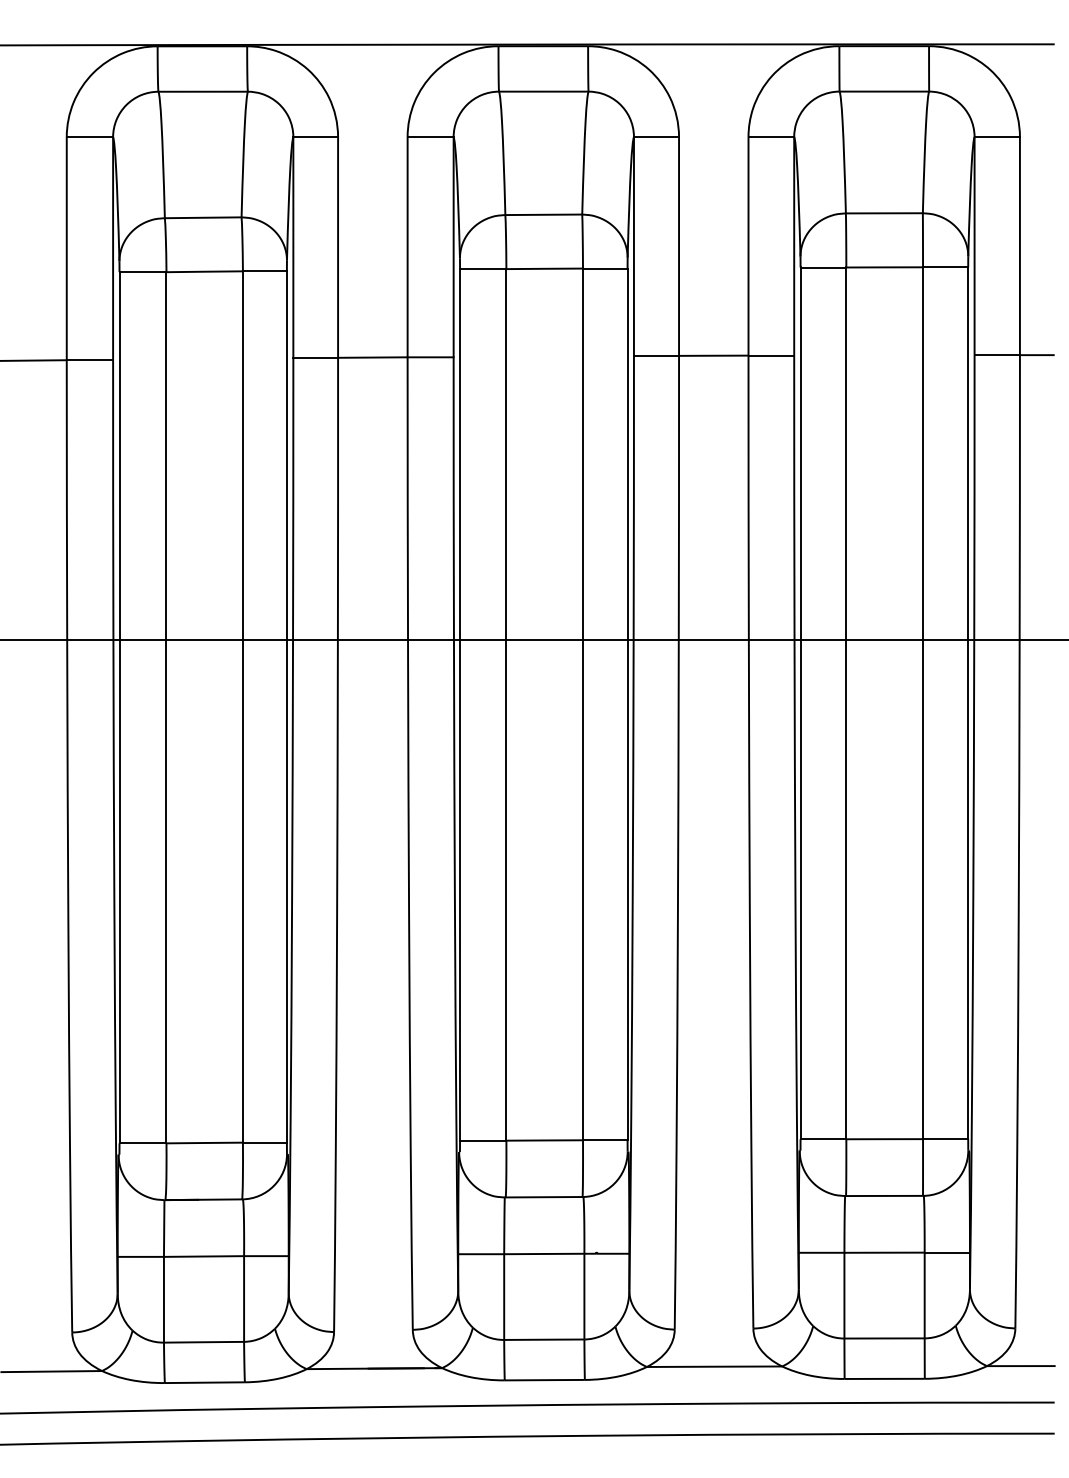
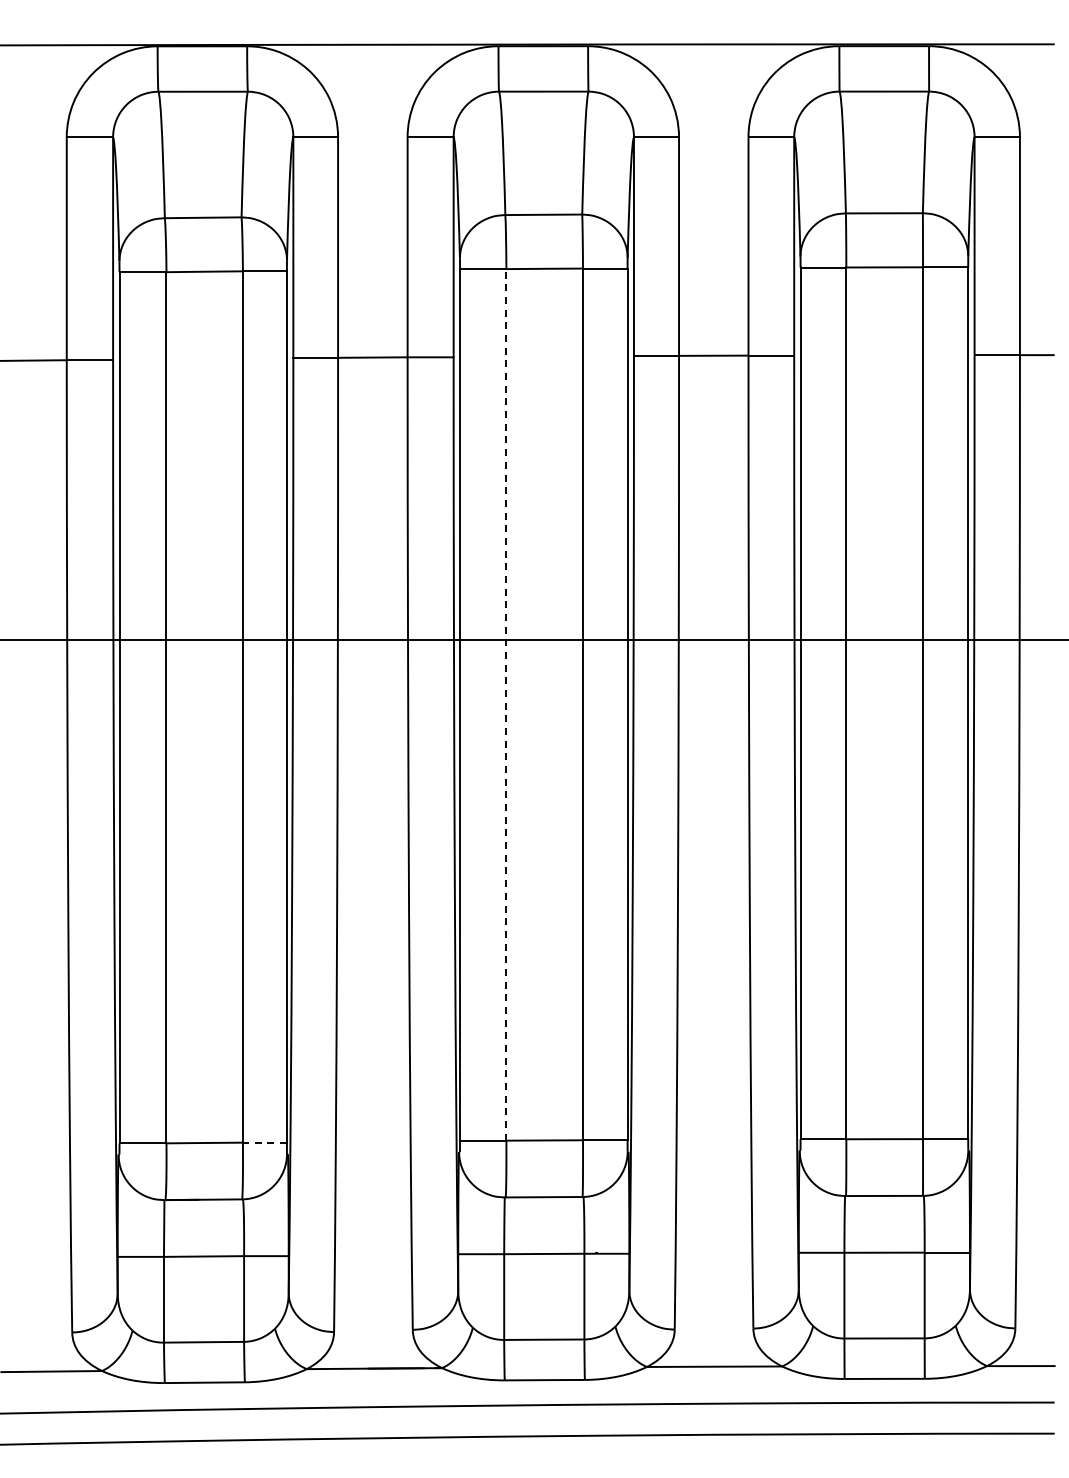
line at (506, 704): solid -> dashed
line at (264, 1142): solid -> dashed
